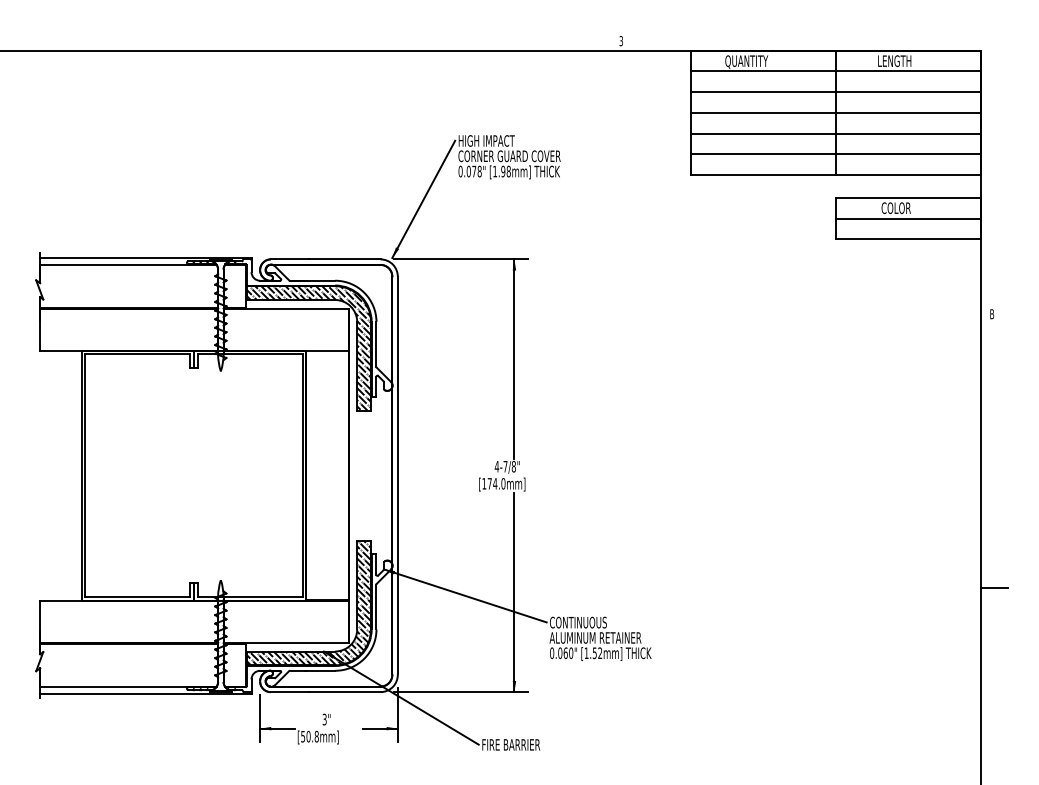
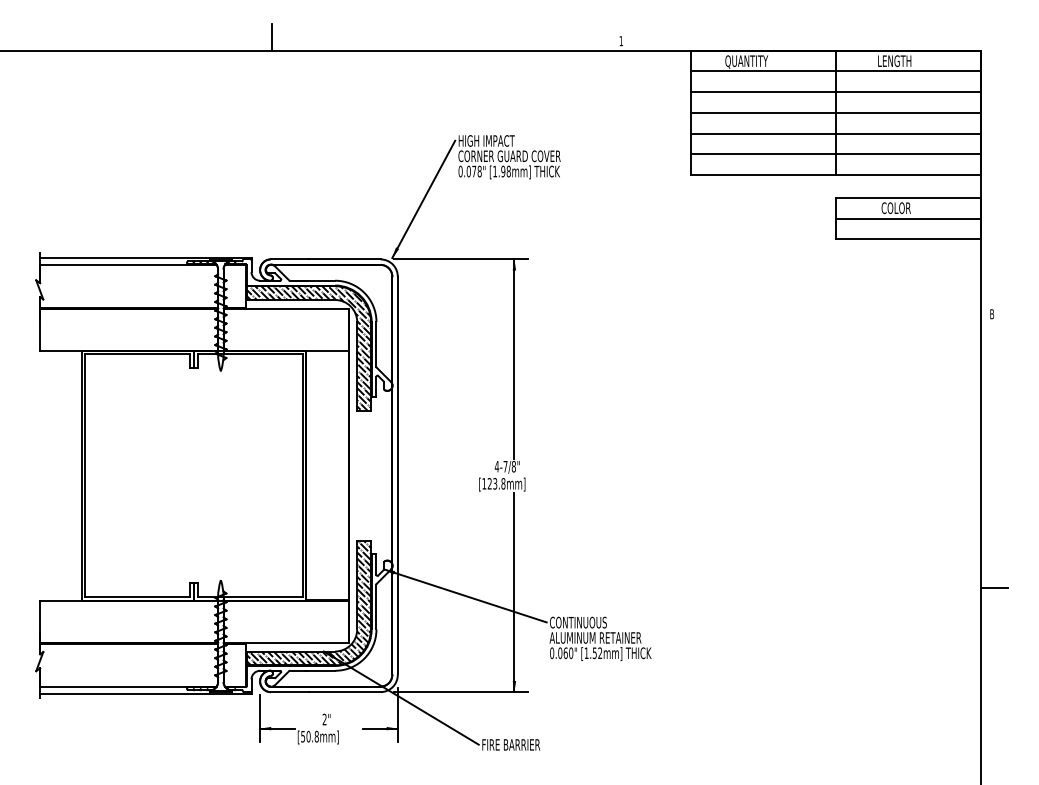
line at (271, 36): none -> present
text at (620, 41): 3 -> 1
text at (496, 483): [174.0mm] -> [123.8mm]
text at (324, 720): 3" -> 2"
